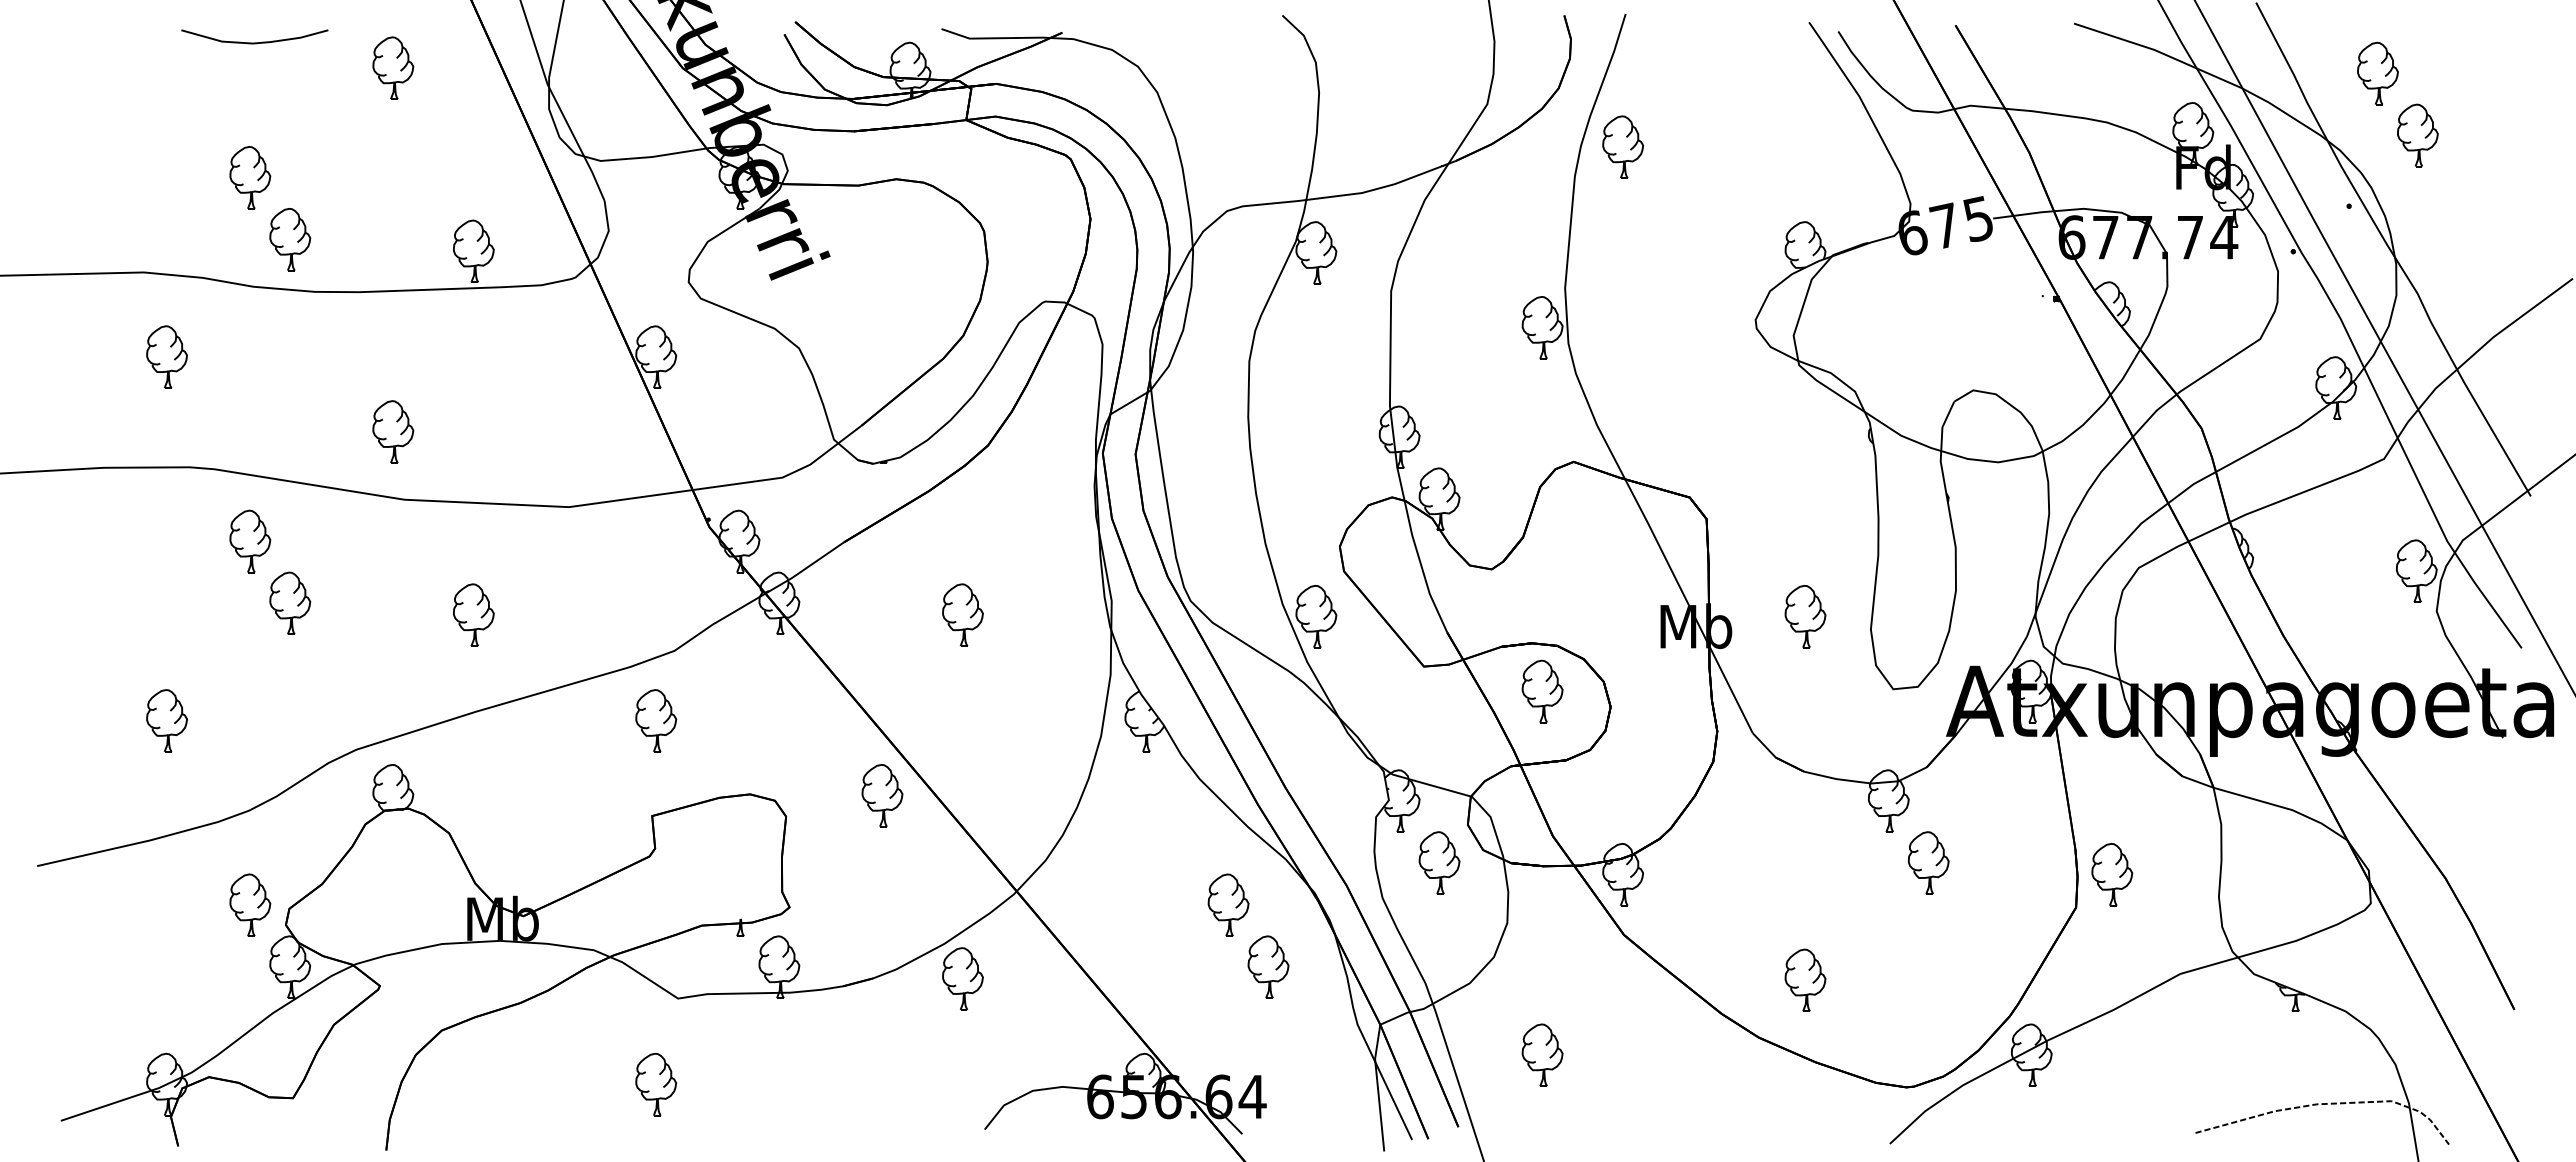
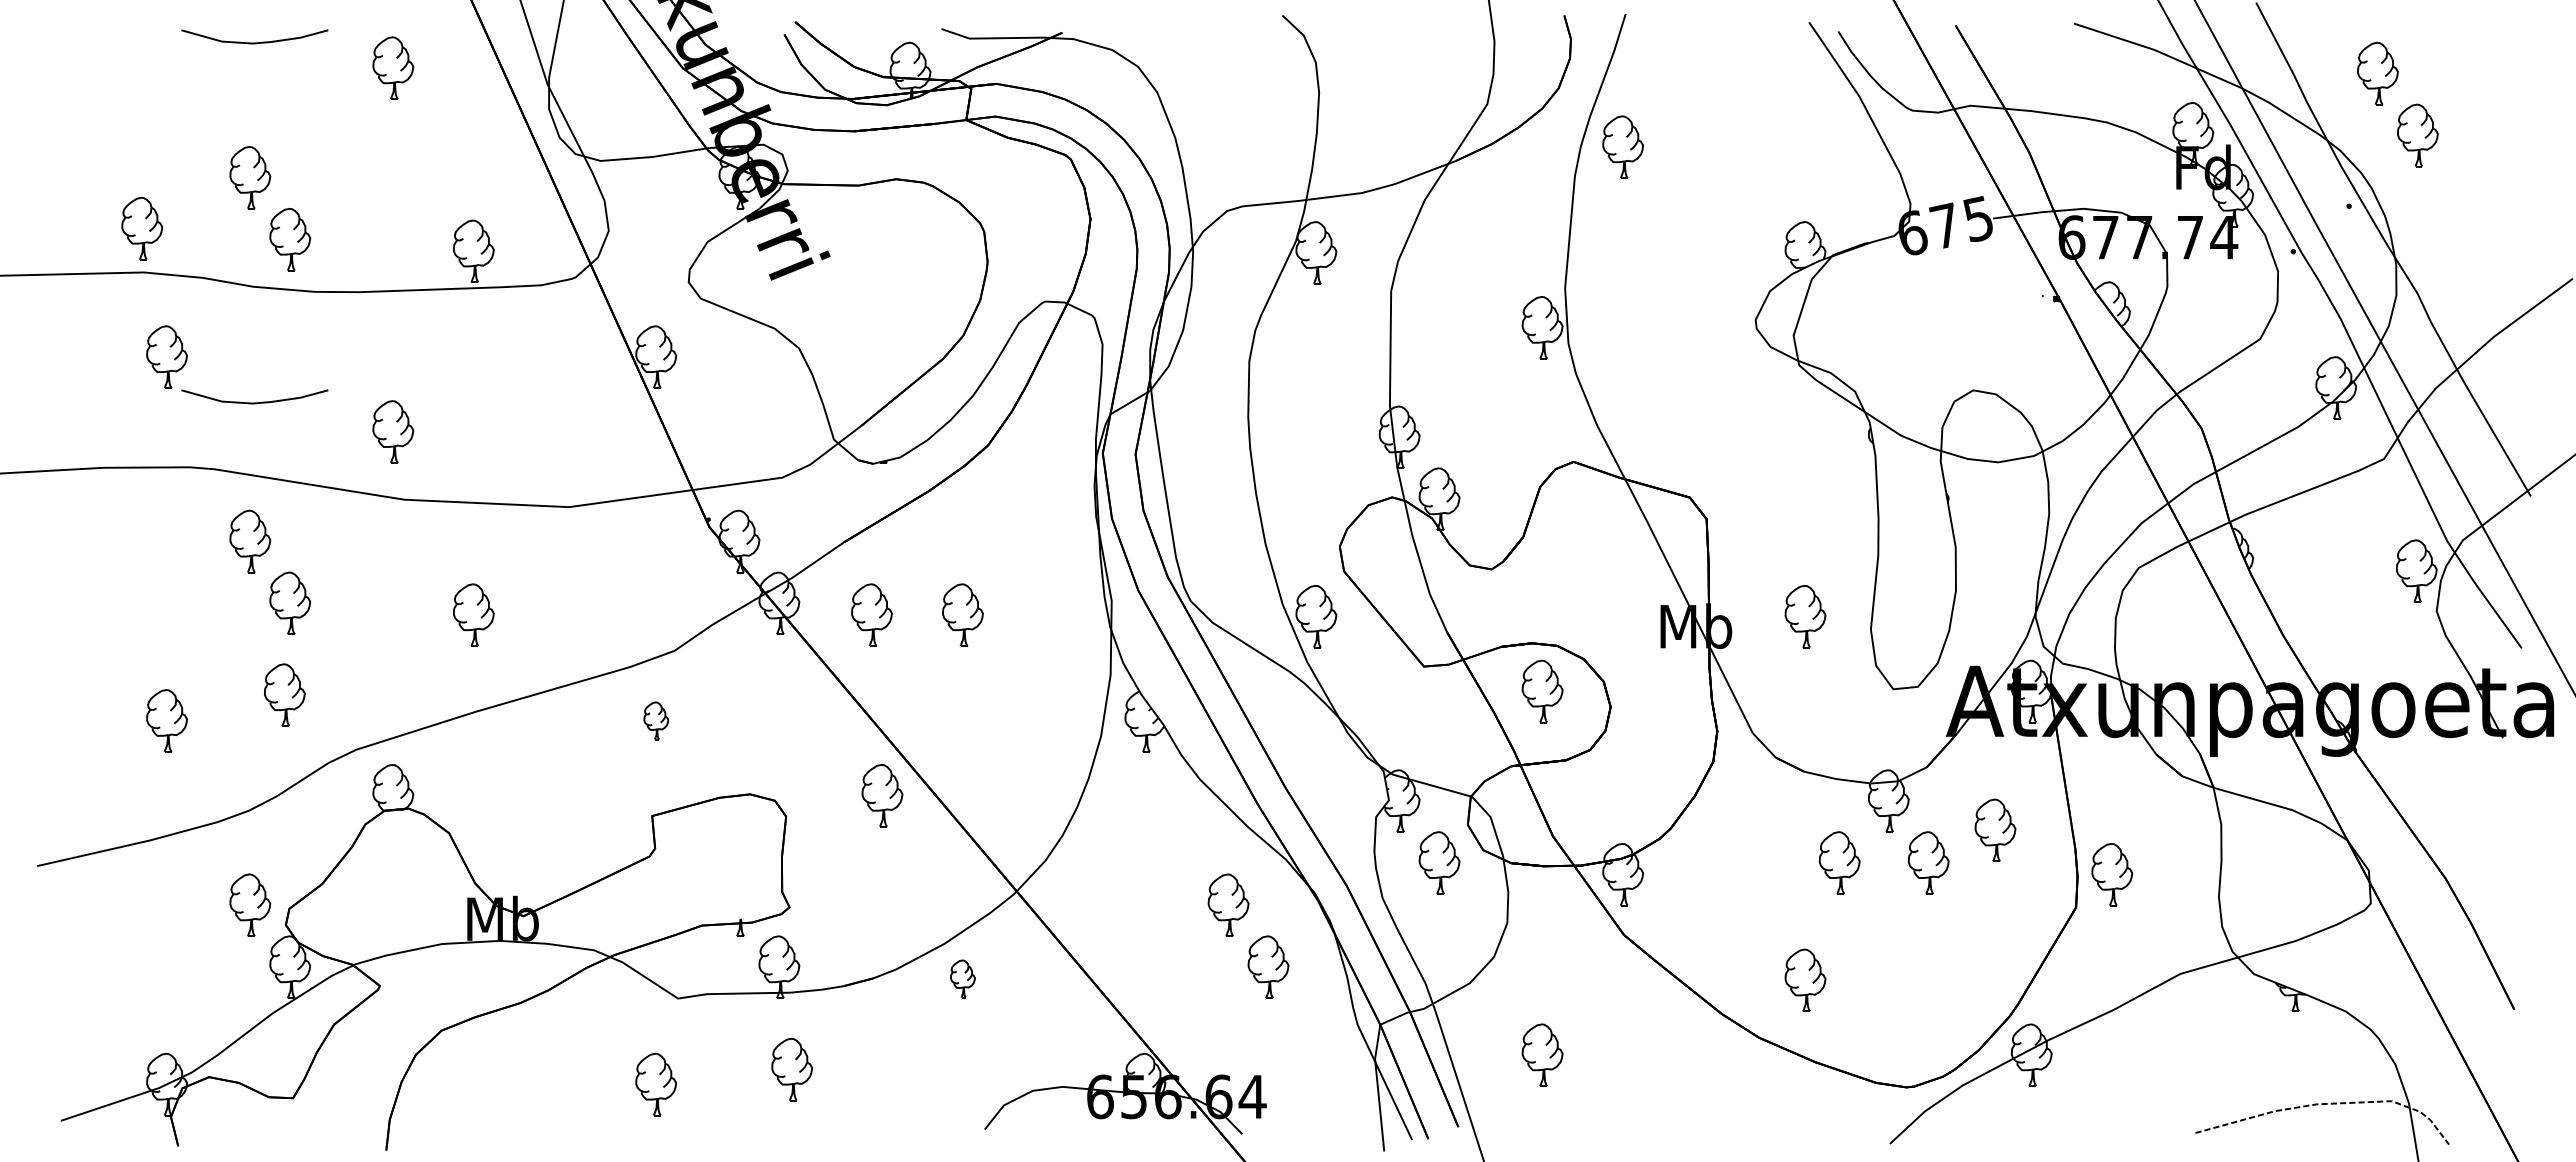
part at (142, 228): none -> present
curve at (254, 402): none -> present
part at (871, 614): none -> present
part at (284, 694): none -> present
part at (656, 720) size: 43x64 px -> 27x40 px
part at (1995, 829): none -> present
part at (1839, 862): none -> present
part at (962, 978) size: 42x64 px -> 26x40 px
part at (791, 1069): none -> present
